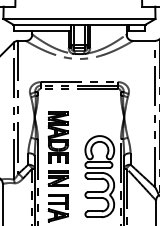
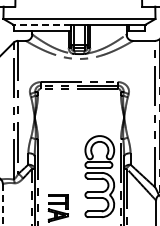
line at (41, 24): solid -> dashed
part at (57, 148): present -> none
line at (2, 204): solid -> dashed
